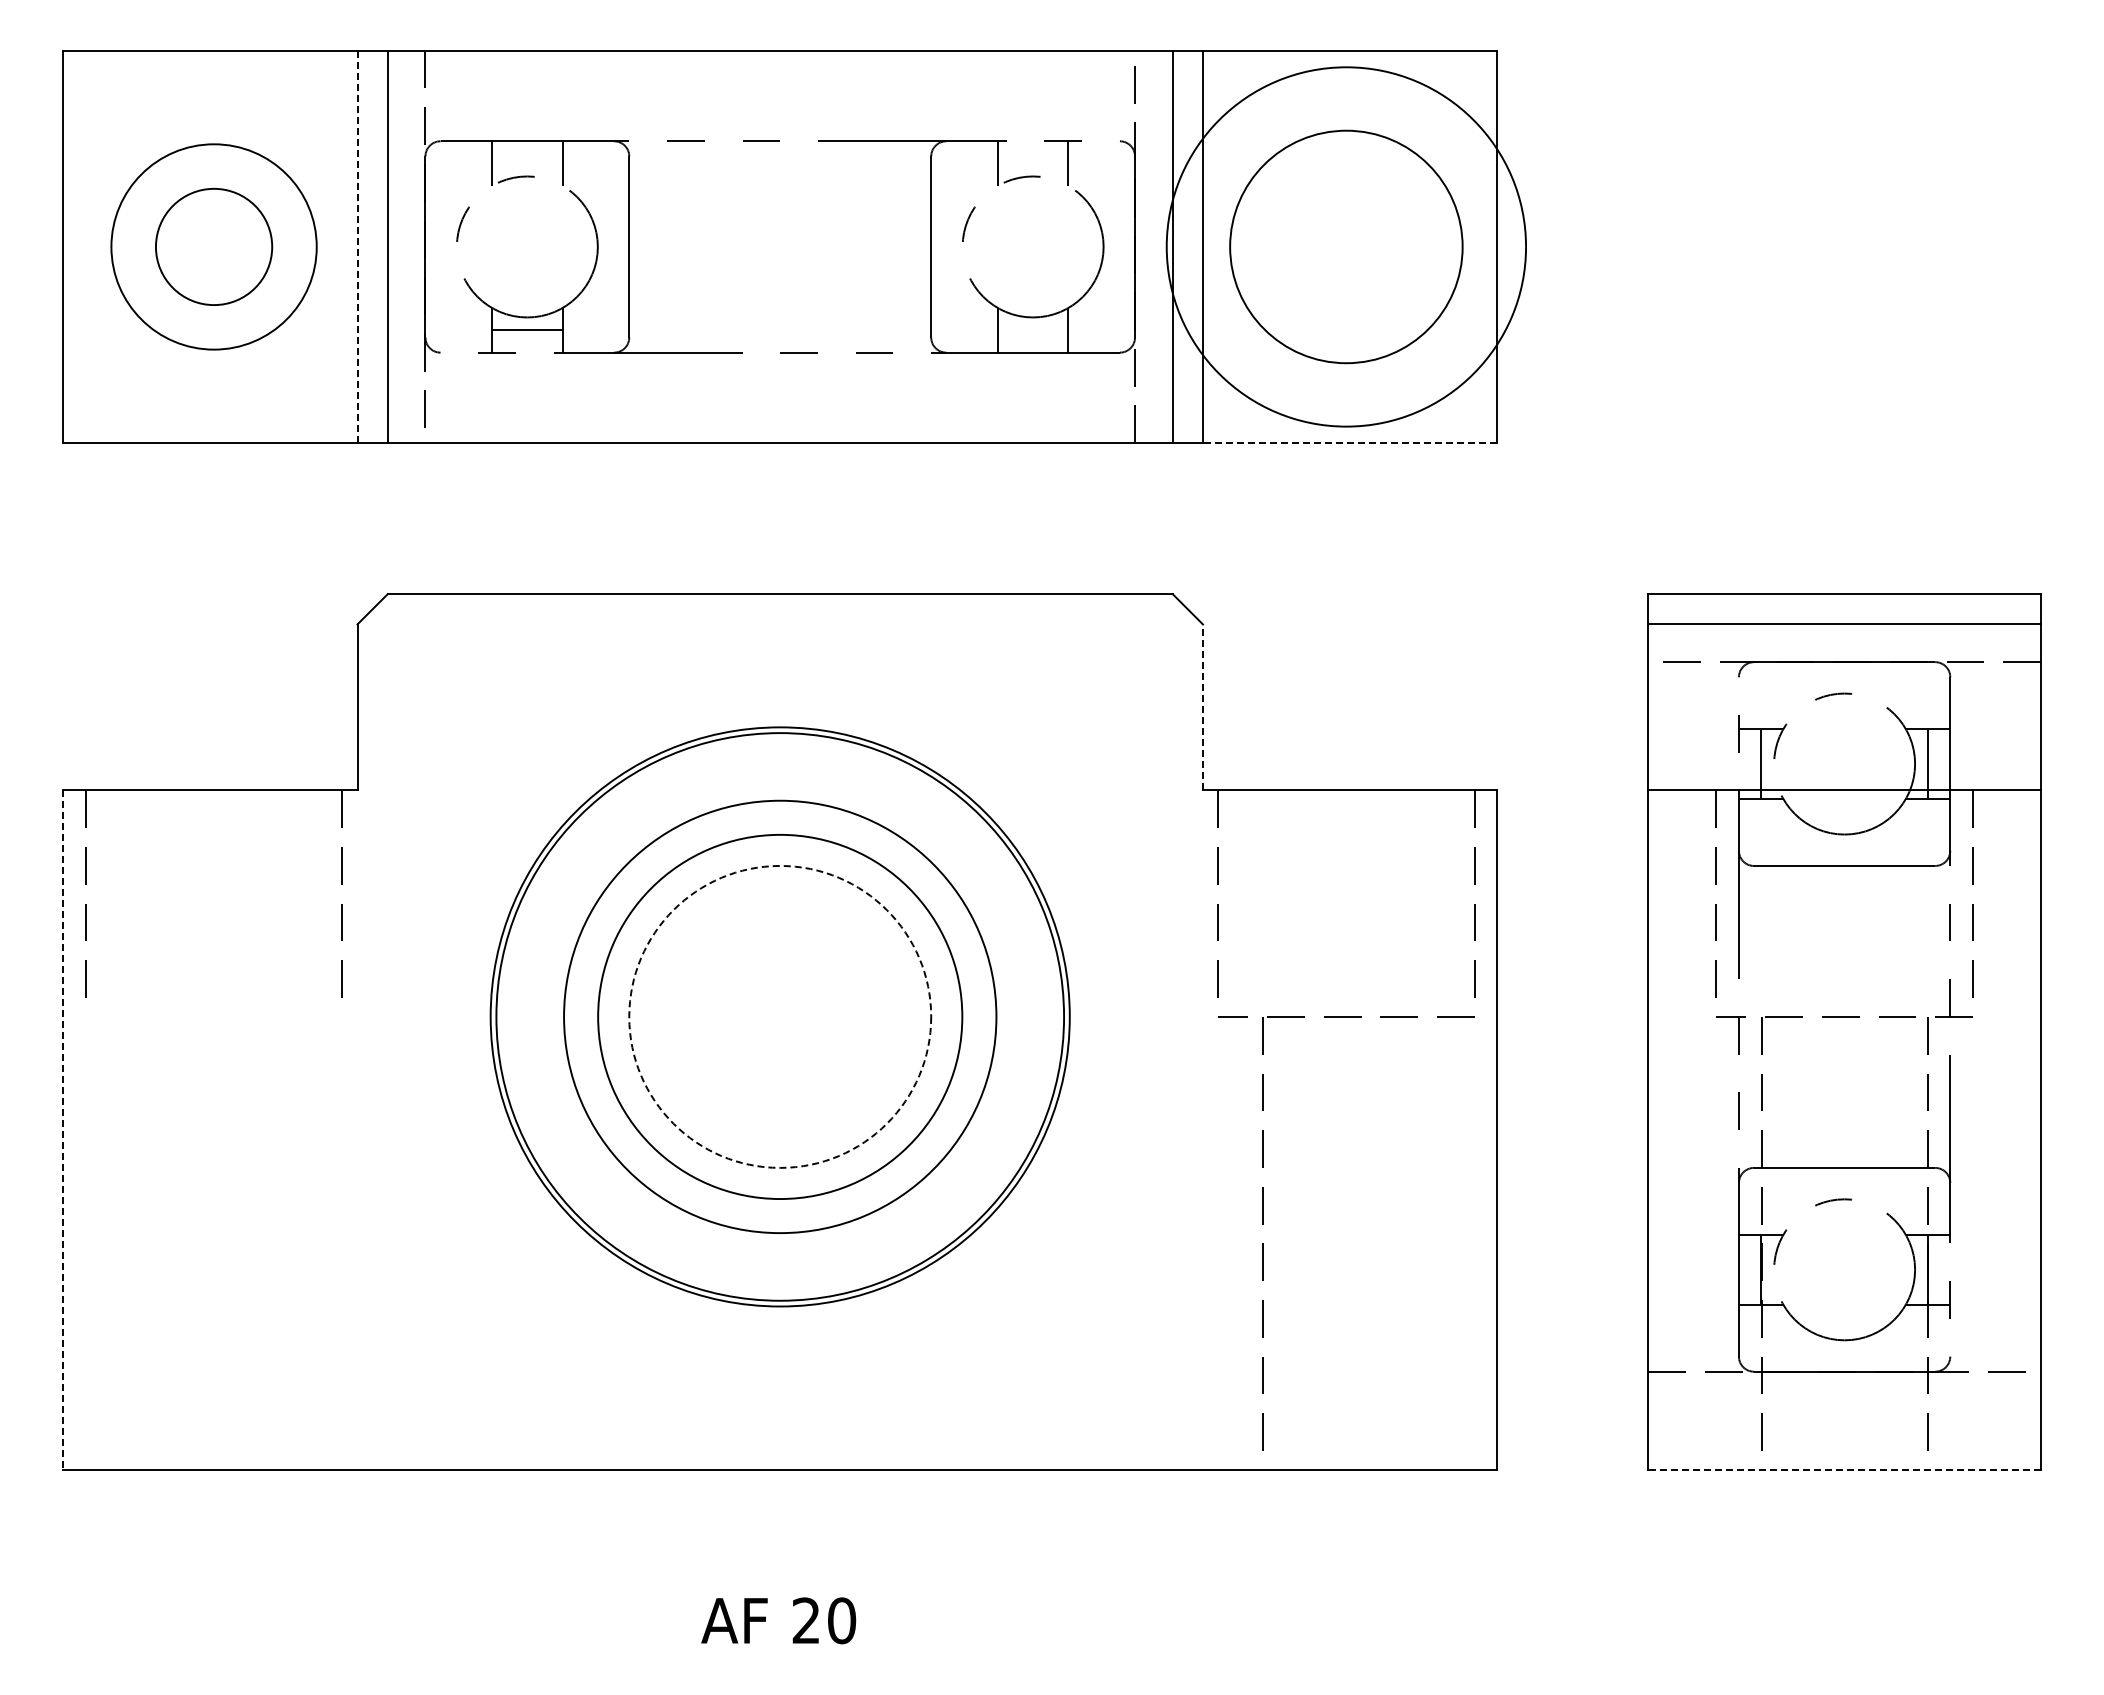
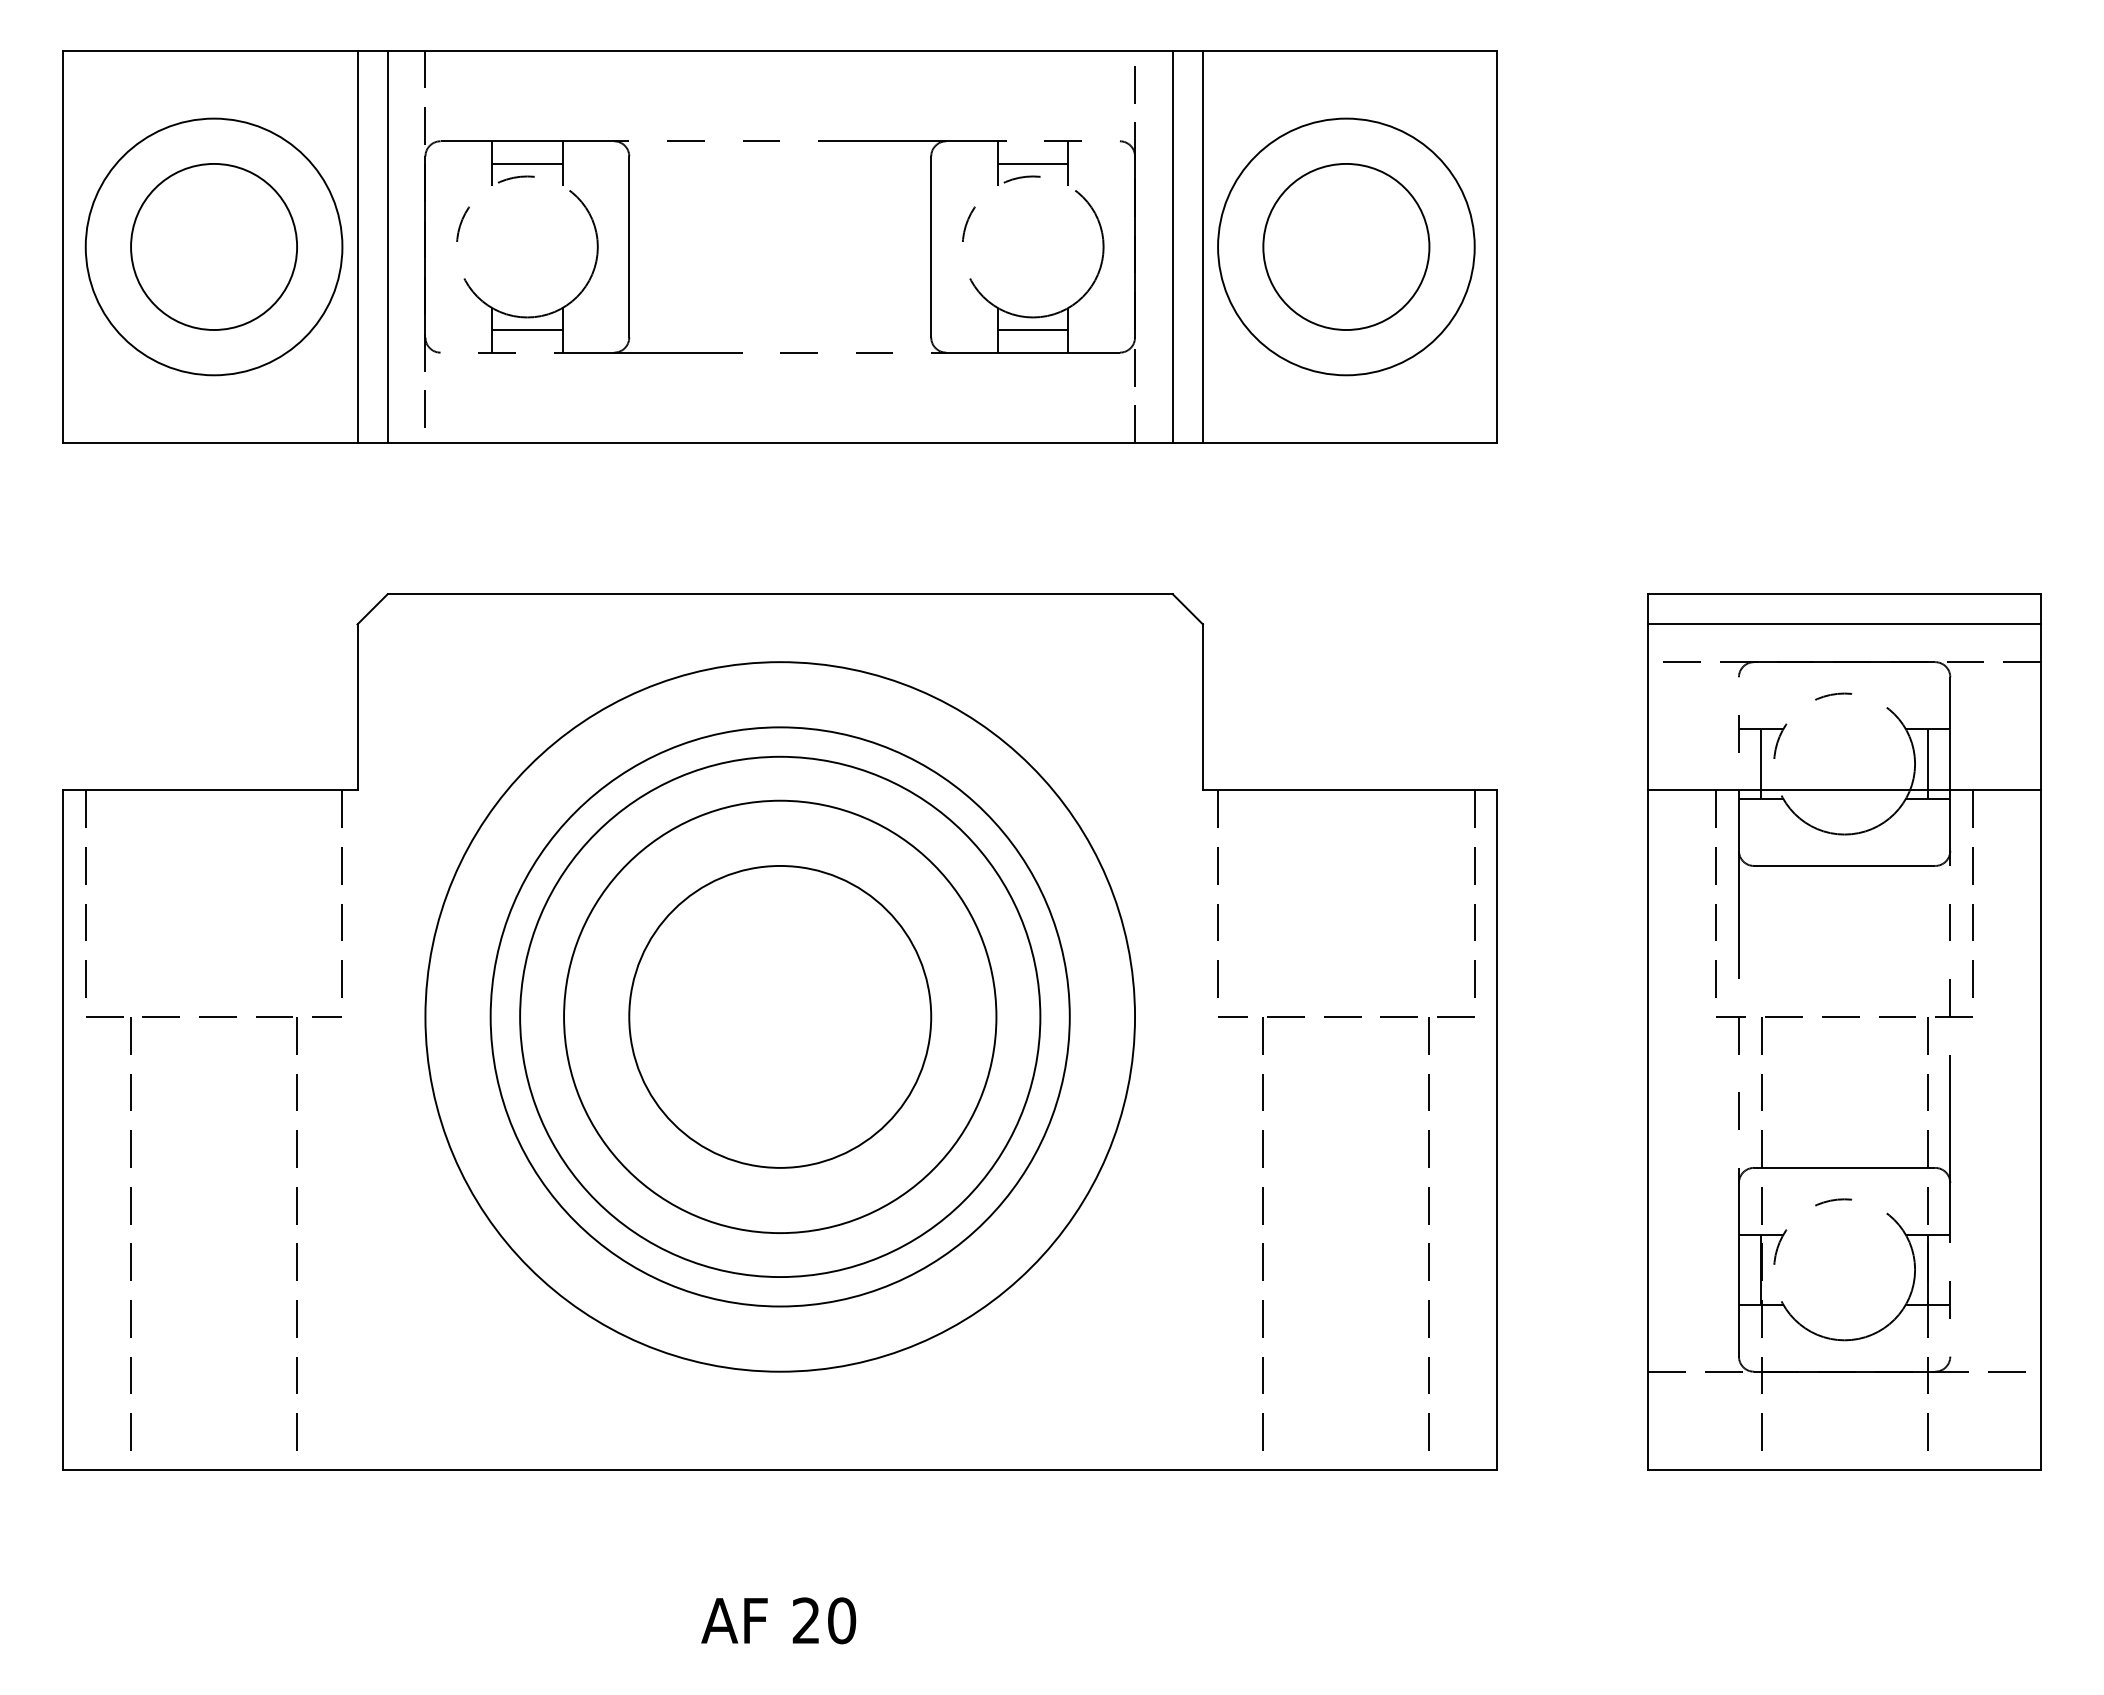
line at (527, 163): none -> present
line at (1032, 163): none -> present
circle at (213, 246) diameter: 116 px -> 166 px
circle at (213, 246) diameter: 205 px -> 257 px
line at (357, 246): dashed -> solid
circle at (1346, 246) diameter: 233 px -> 166 px
circle at (1346, 246) diameter: 359 px -> 257 px
line at (1032, 330): none -> present
line at (1349, 443): dashed -> solid
line at (1202, 706): dashed -> solid
circle at (780, 1016) diameter: 364 px -> 520 px
circle at (780, 1016) diameter: 568 px -> 710 px
circle at (780, 1016): dashed -> solid
line at (63, 1130): dashed -> solid
part at (131, 1224): none -> present
line at (1428, 1224): none -> present
line at (1844, 1469): dashed -> solid
